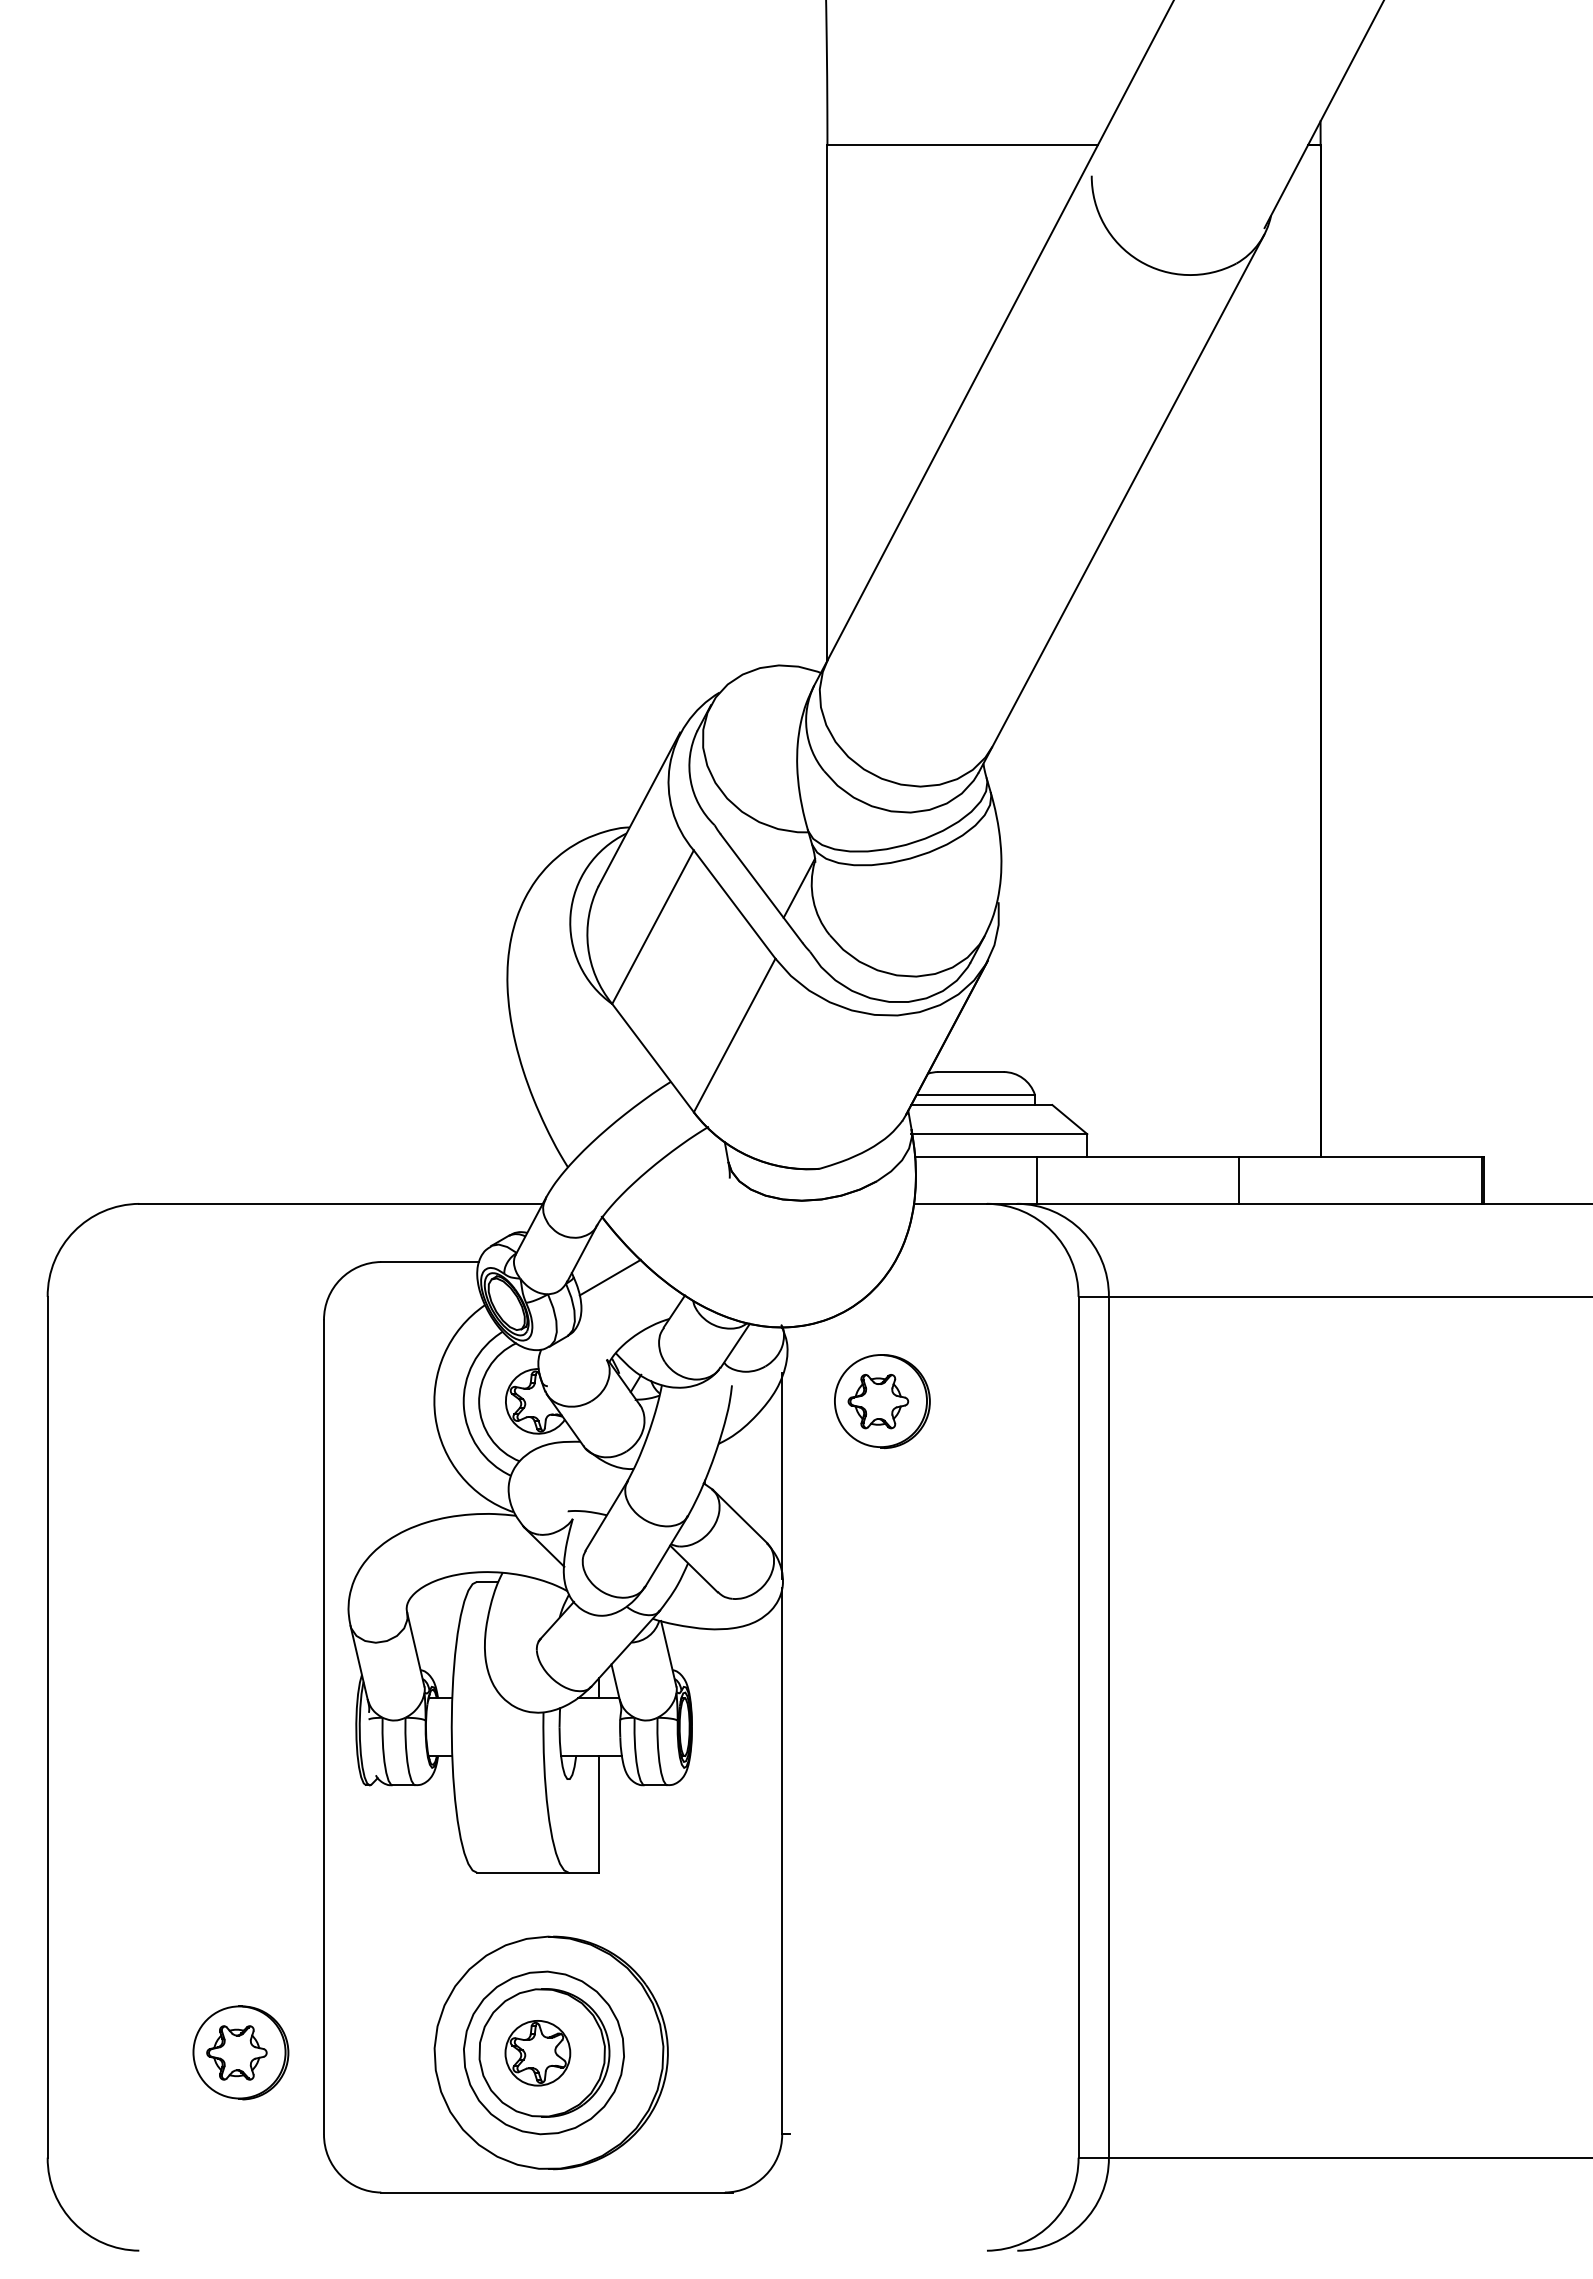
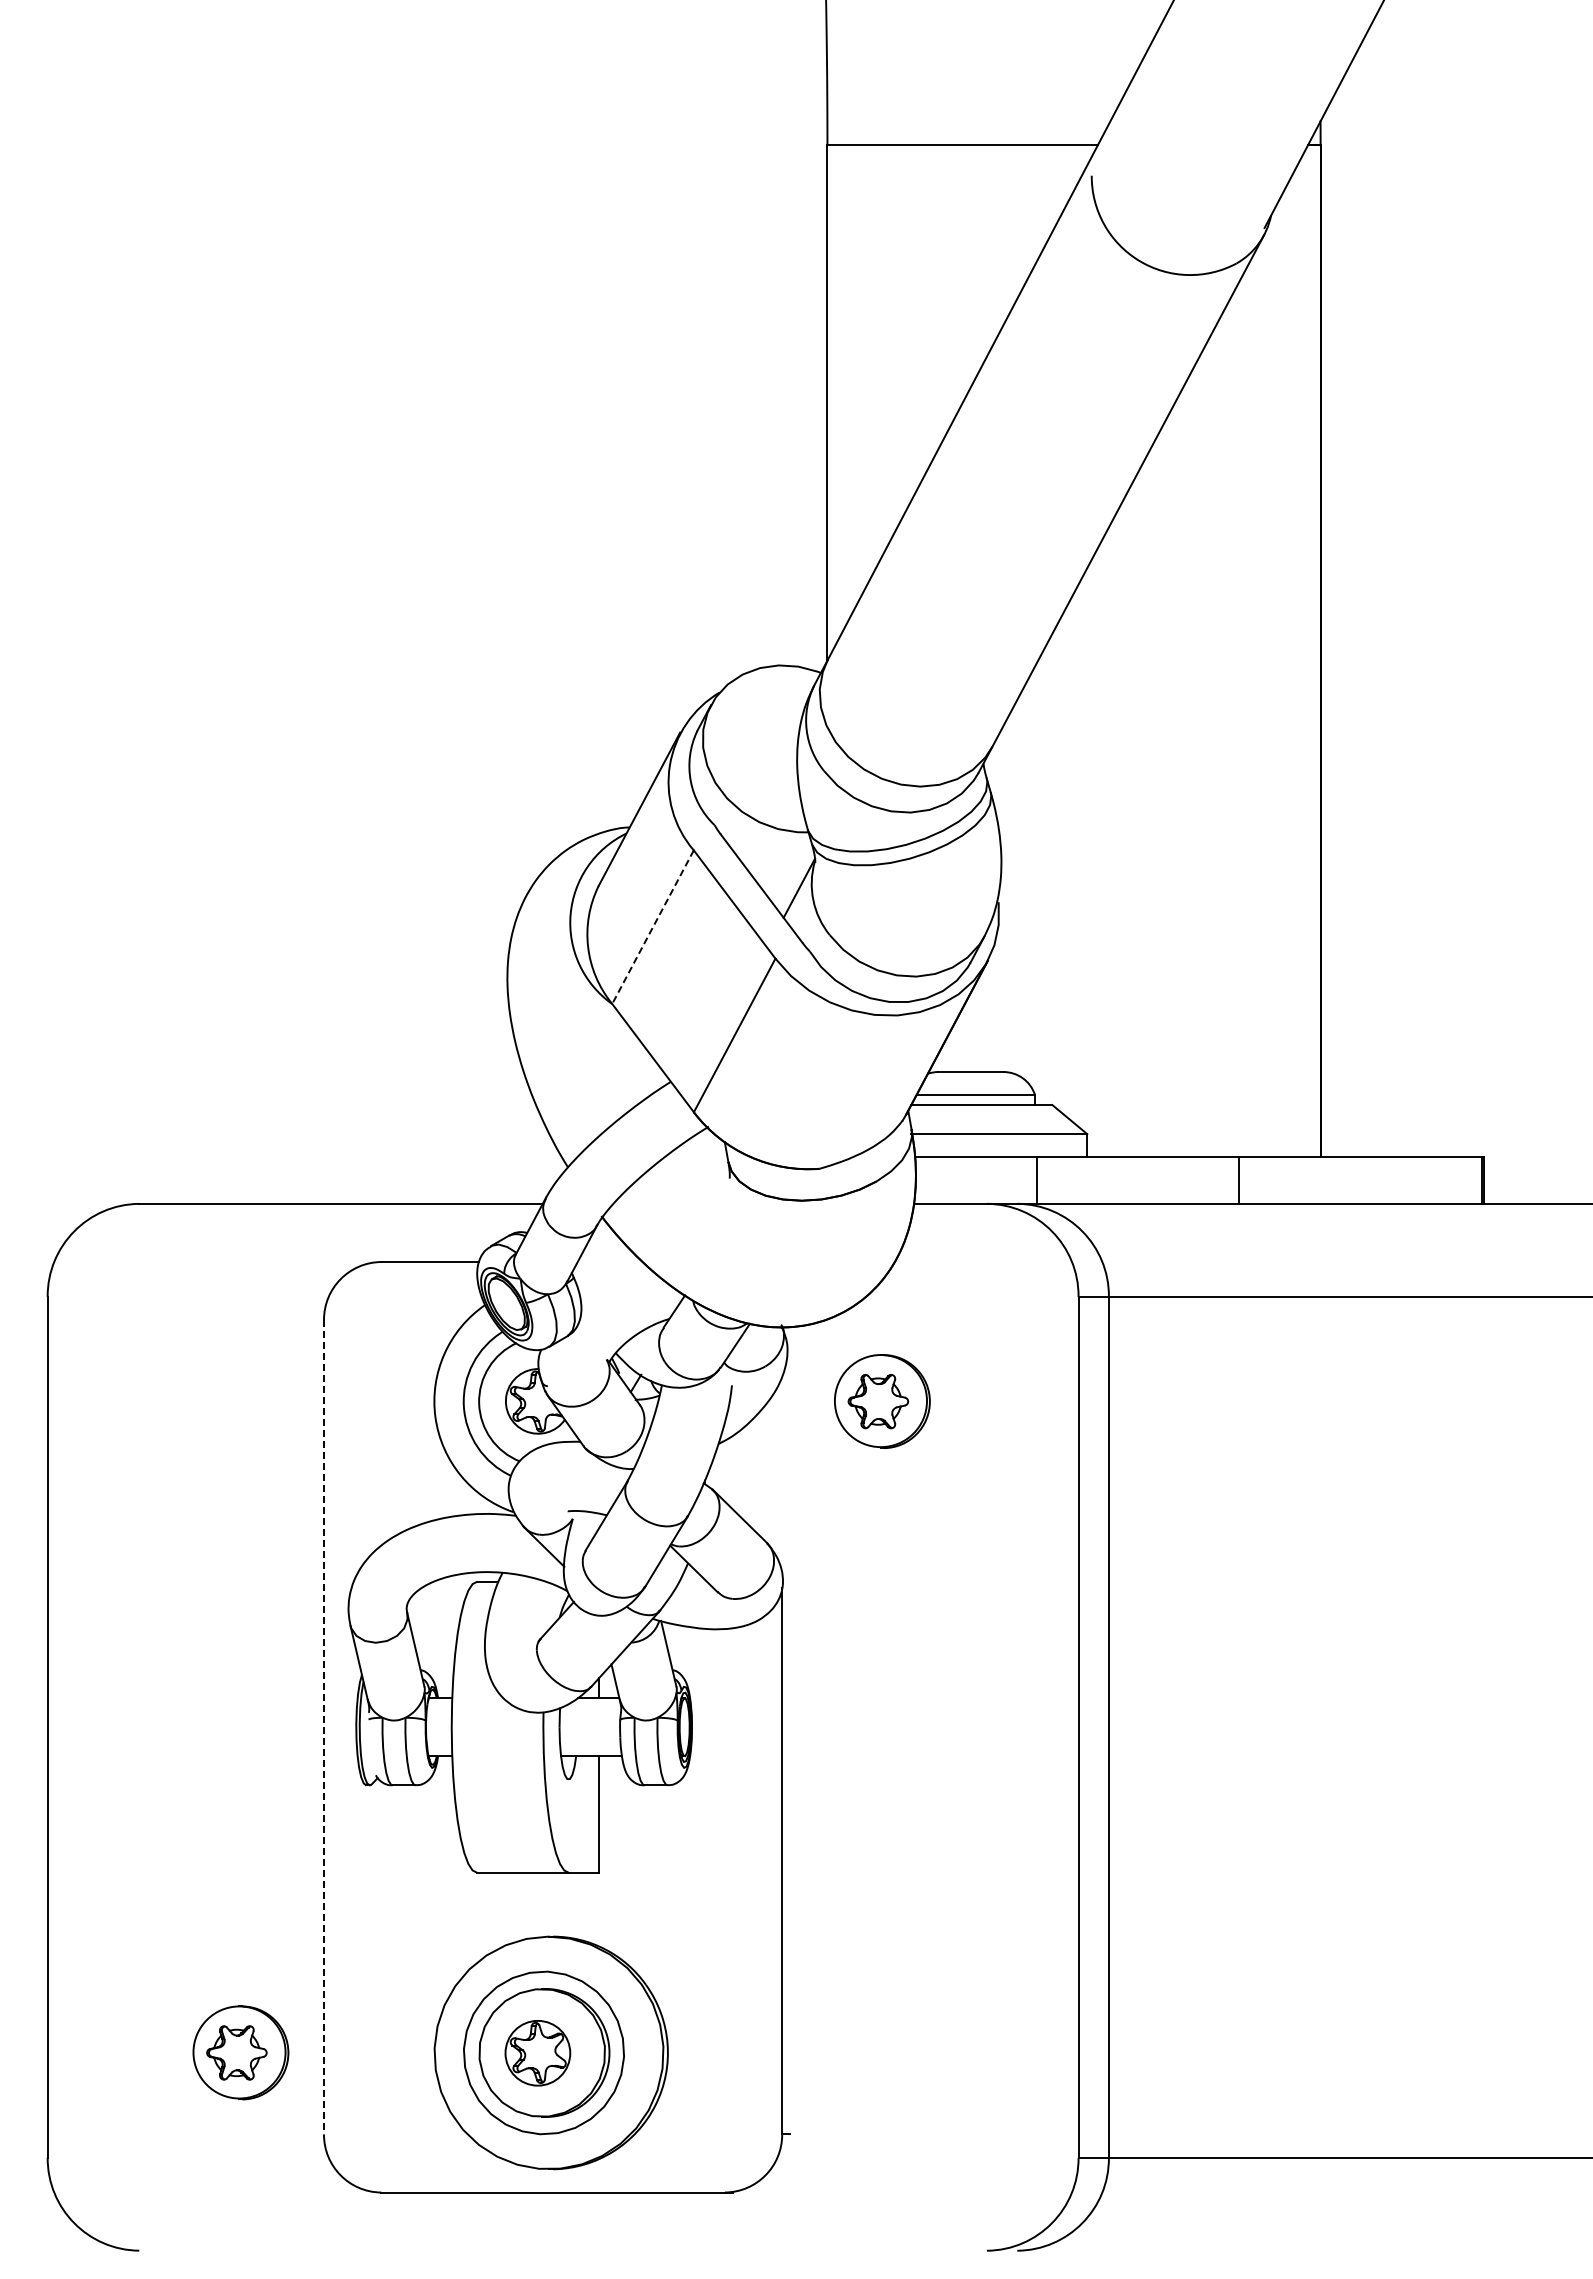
line at (653, 927): solid -> dashed
line at (609, 1277): present -> none
line at (782, 1475): present -> none
line at (324, 1727): solid -> dashed
